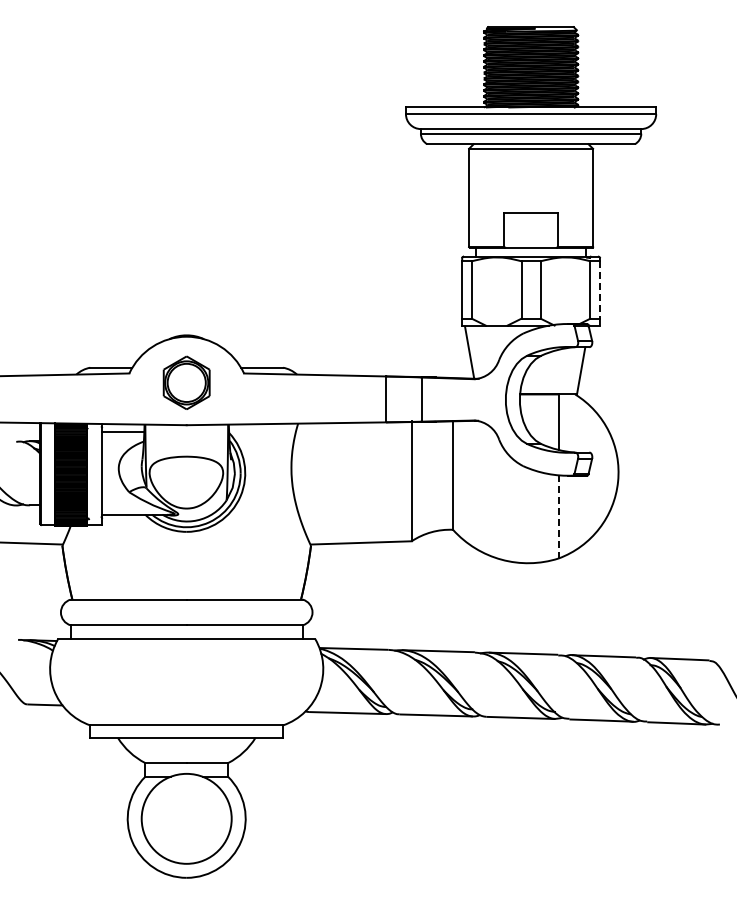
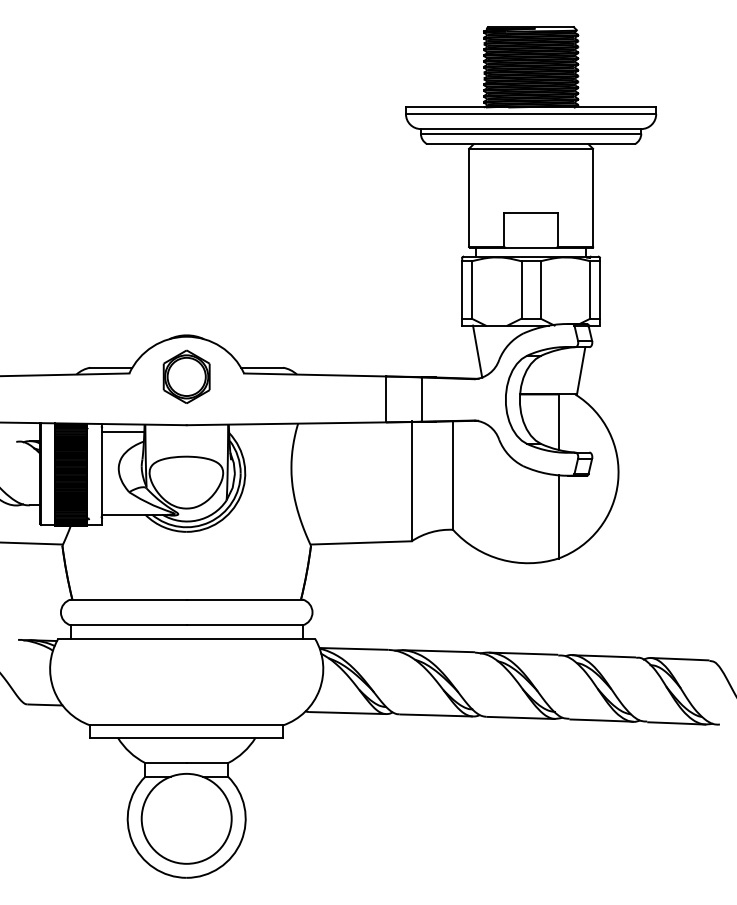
line at (599, 290): dashed -> solid
line at (469, 352) position: (469, 352) -> (477, 351)
part at (186, 382) position: (186, 382) -> (186, 376)
line at (558, 516): dashed -> solid
